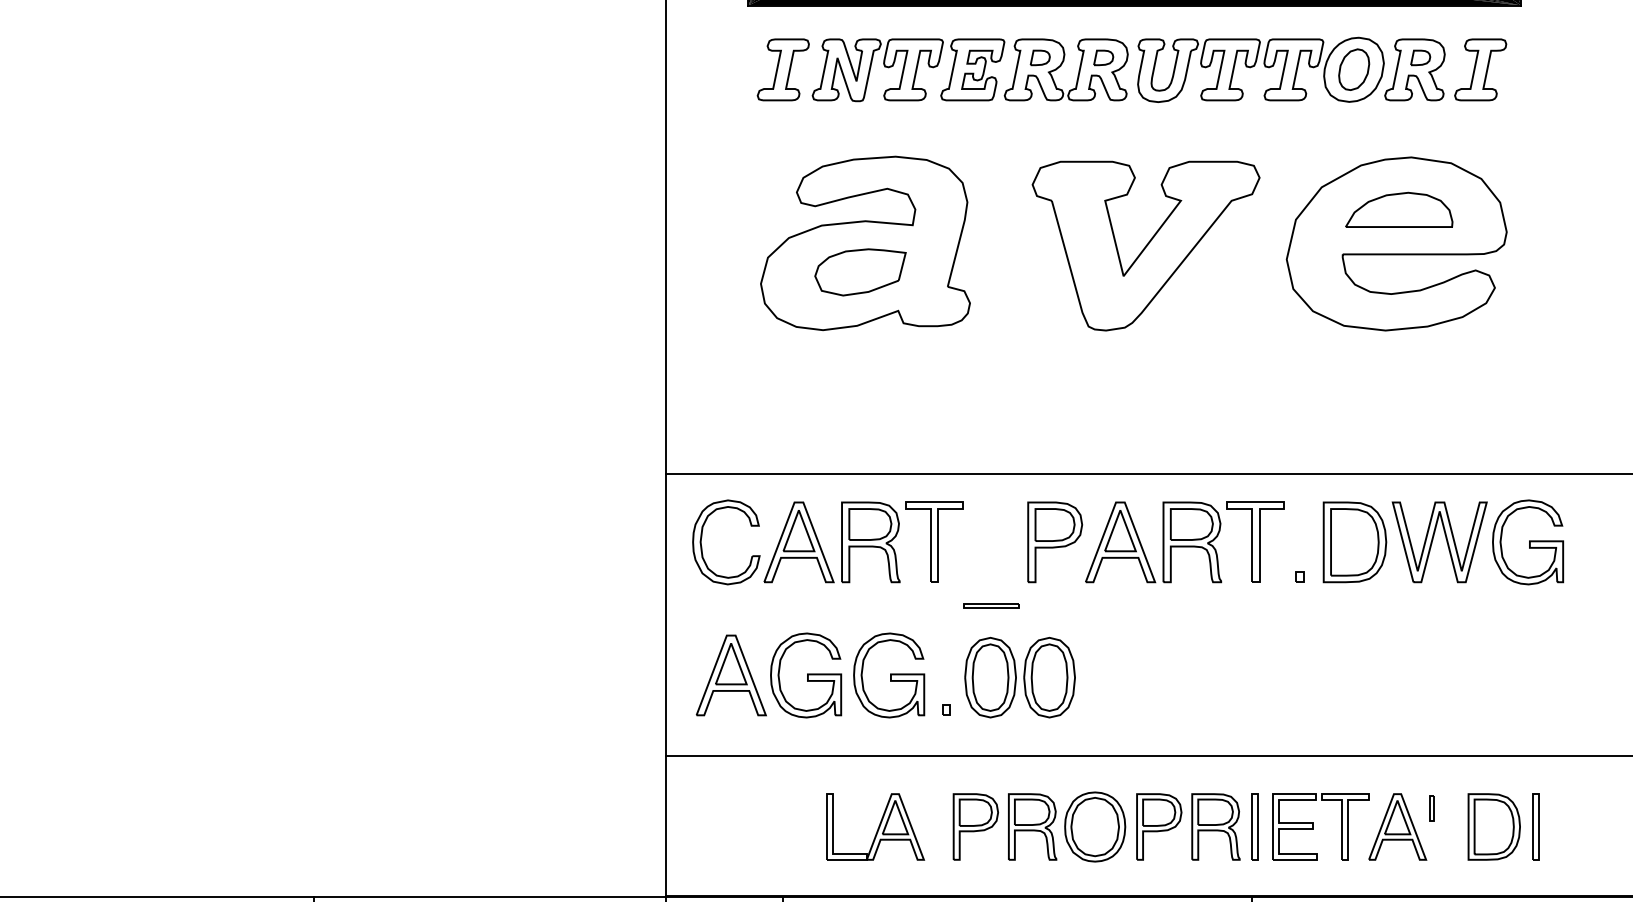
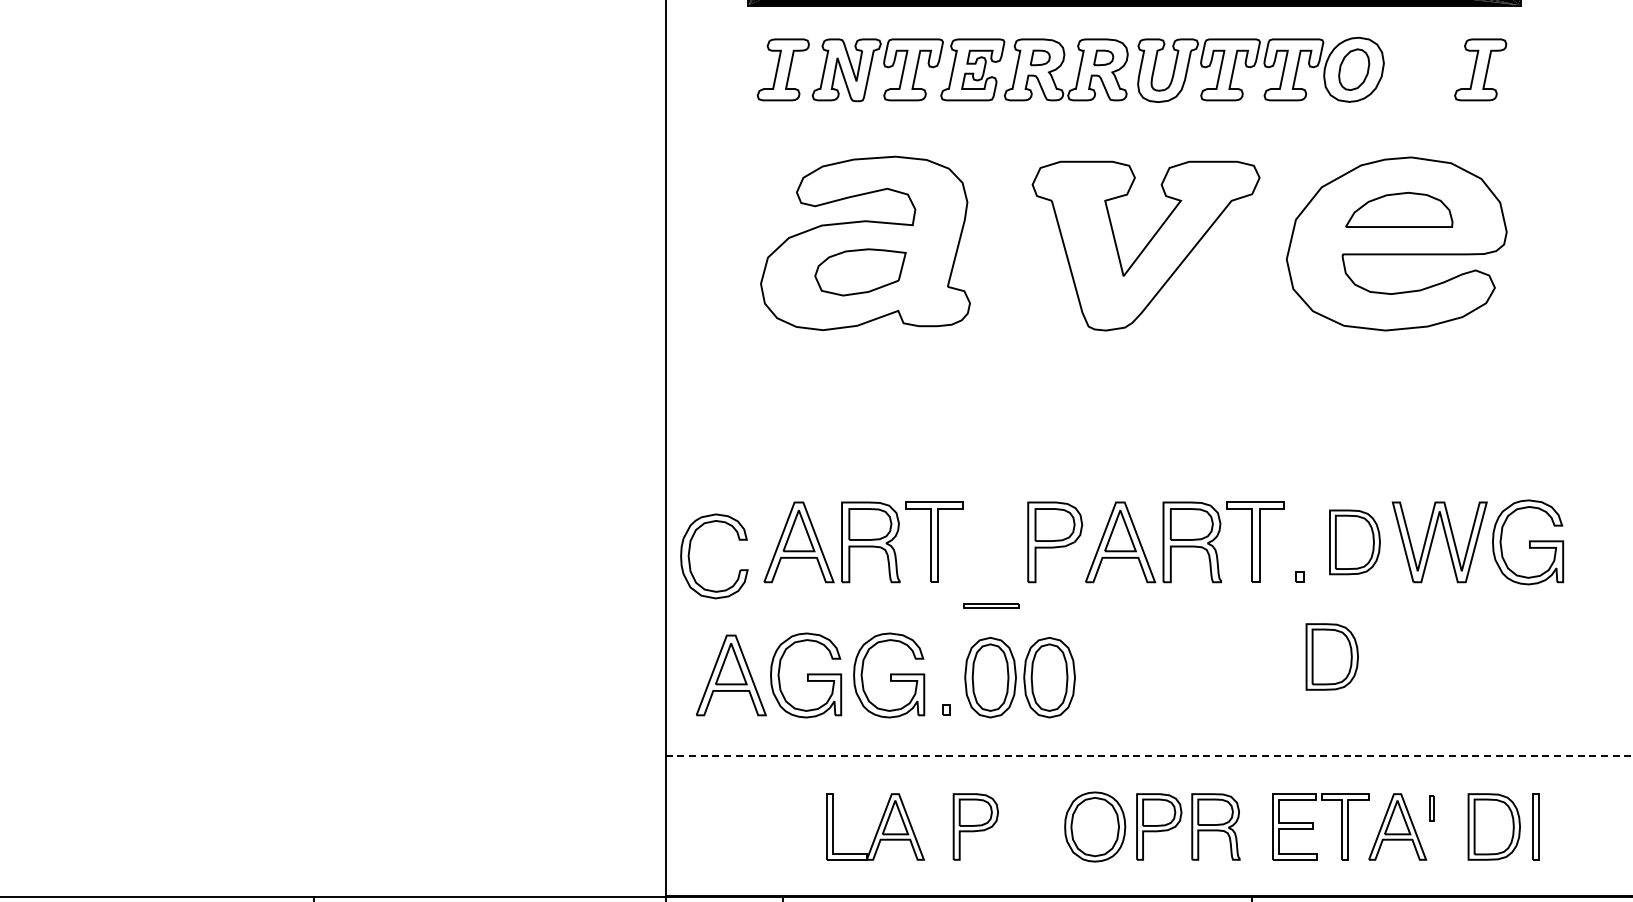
part at (1414, 69): present -> none
line at (1147, 474): present -> none
part at (1354, 542) size: 66x83 px -> 52x67 px
part at (702, 546) position: (702, 546) -> (690, 560)
part at (1331, 656): none -> present
line at (1148, 755): solid -> dashed
part at (1032, 826): present -> none
part at (1254, 826): present -> none
